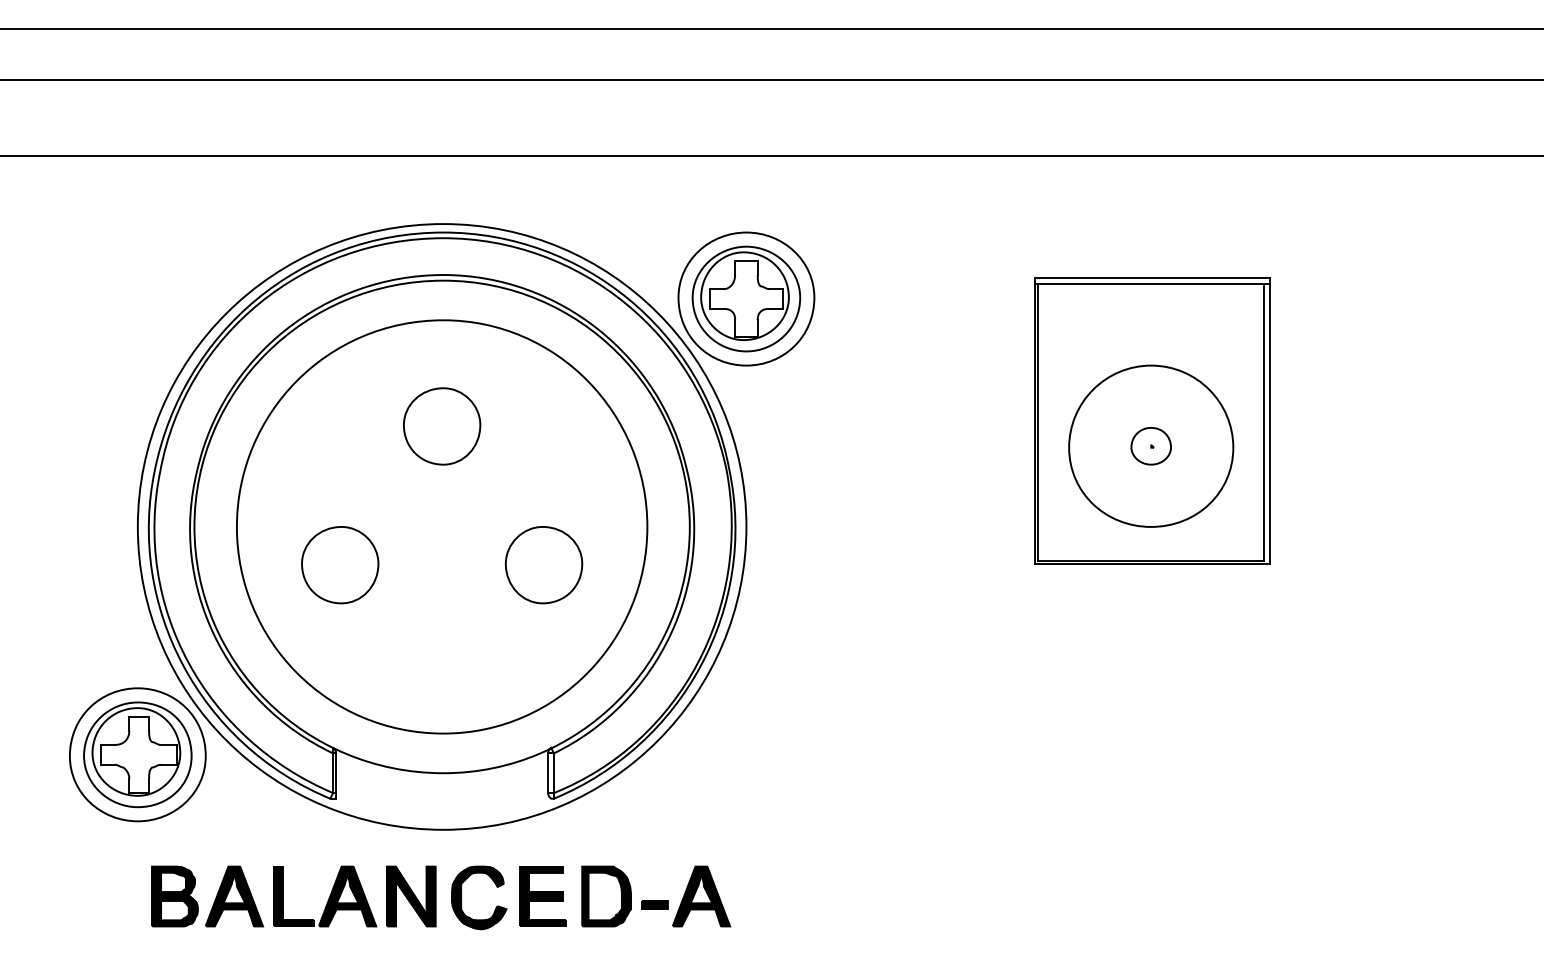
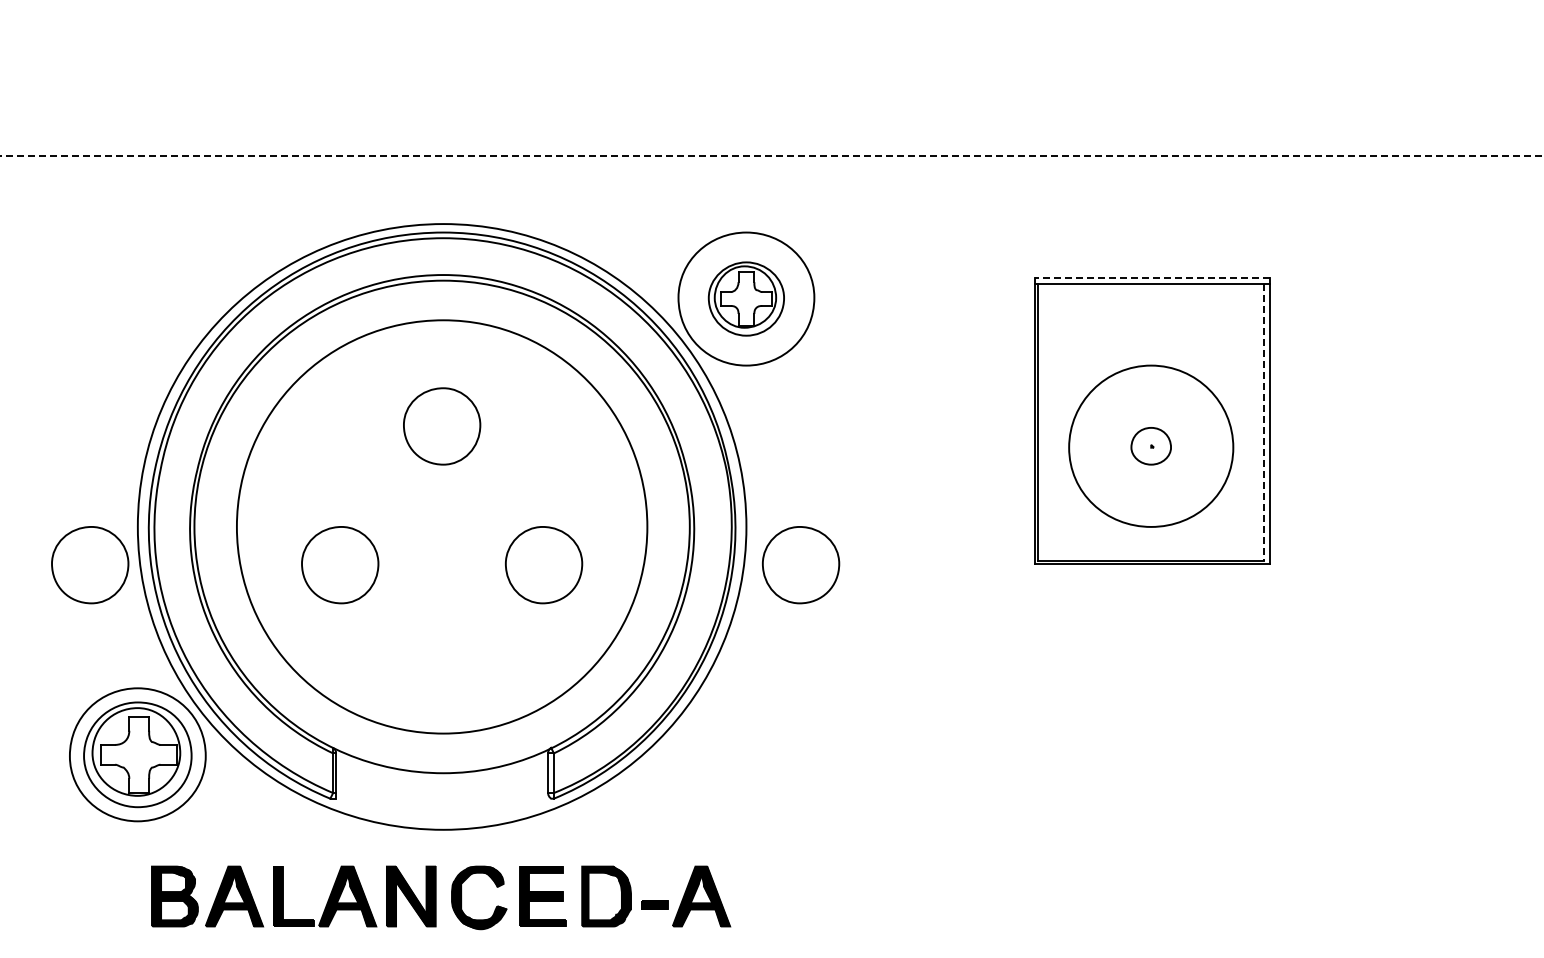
line at (771, 28): present -> none
line at (771, 79): present -> none
line at (772, 156): solid -> dashed
line at (1152, 277): solid -> dashed
part at (746, 298) size: 111x108 px -> 78x76 px
line at (1264, 422): solid -> dashed
part at (90, 565): none -> present
part at (801, 565): none -> present
